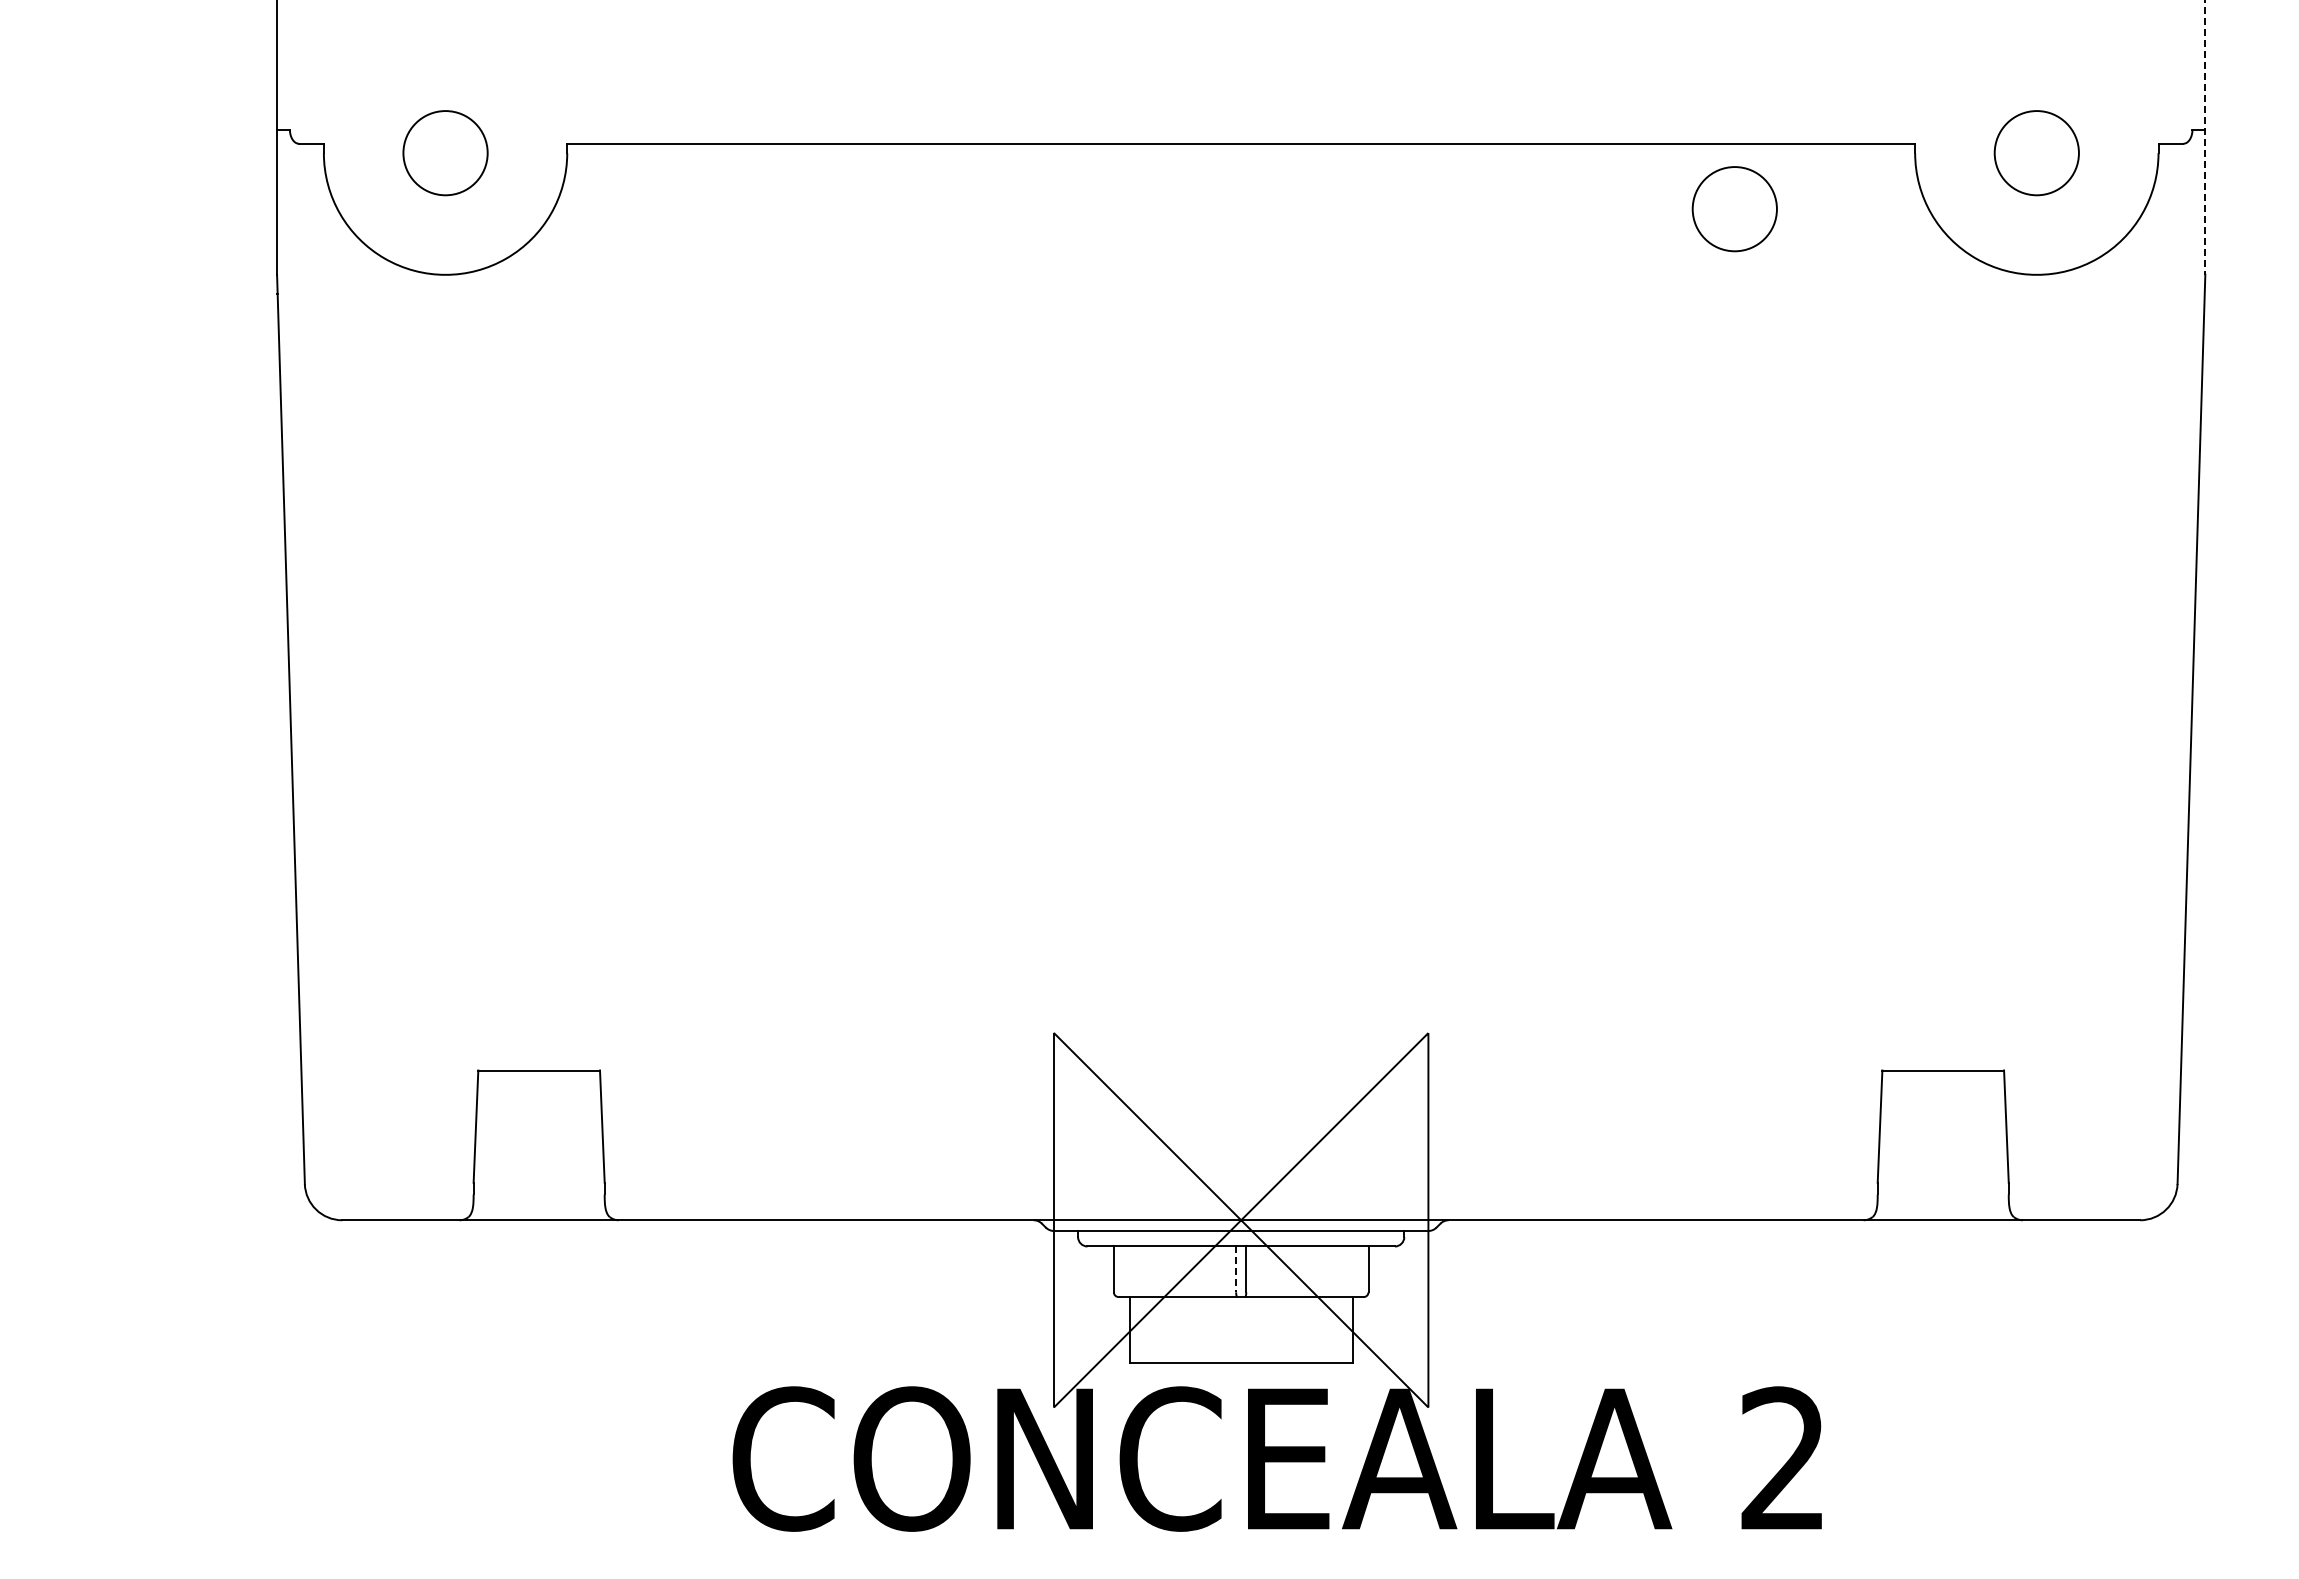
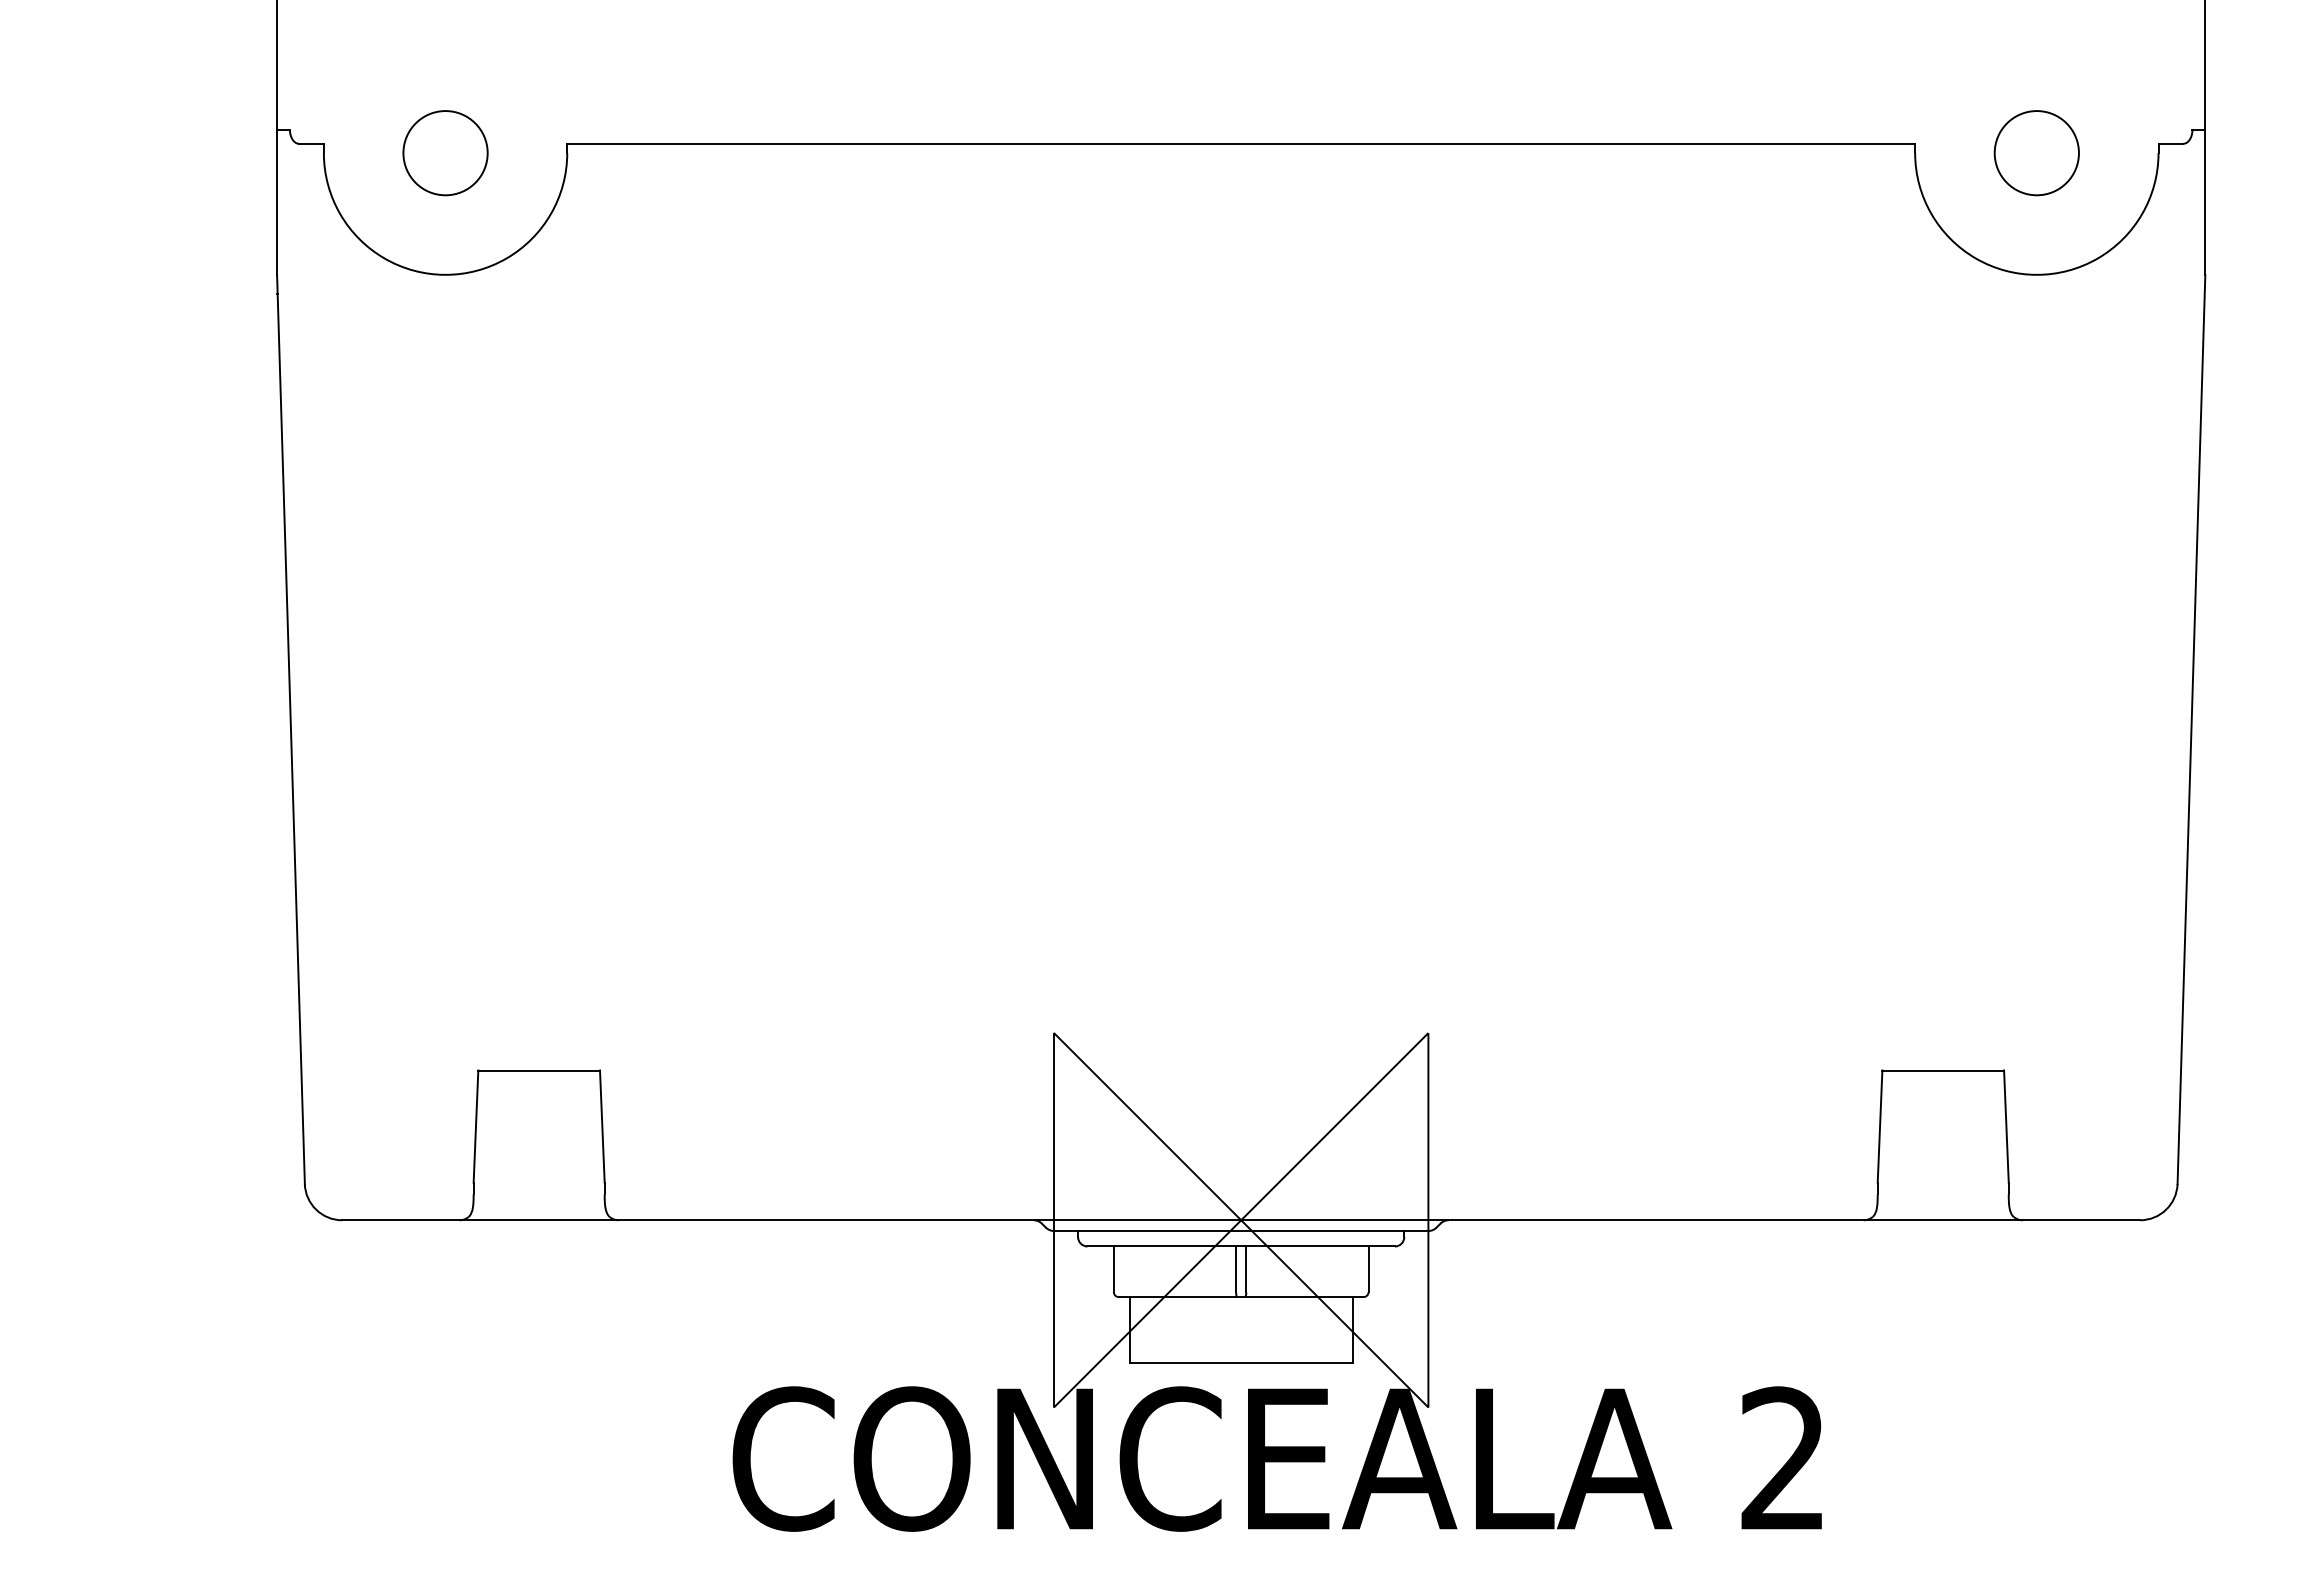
line at (2205, 138): dashed -> solid
circle at (1734, 209): present -> none
line at (1236, 1269): dashed -> solid
